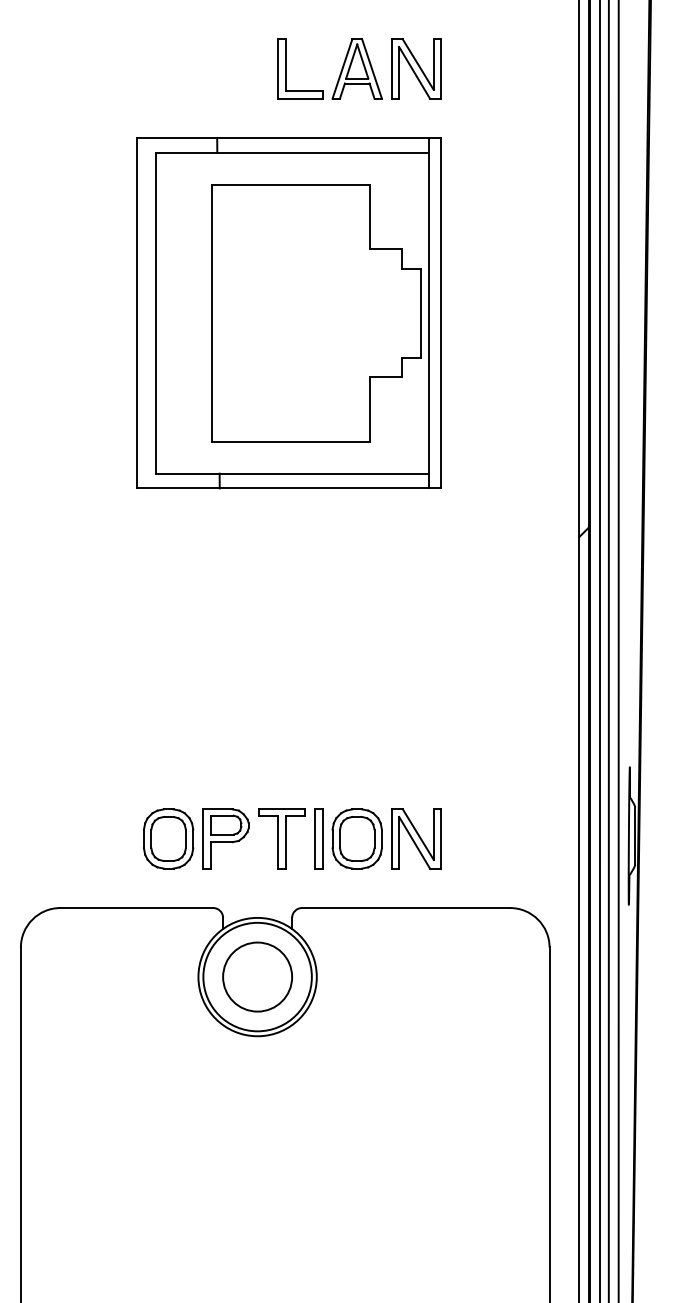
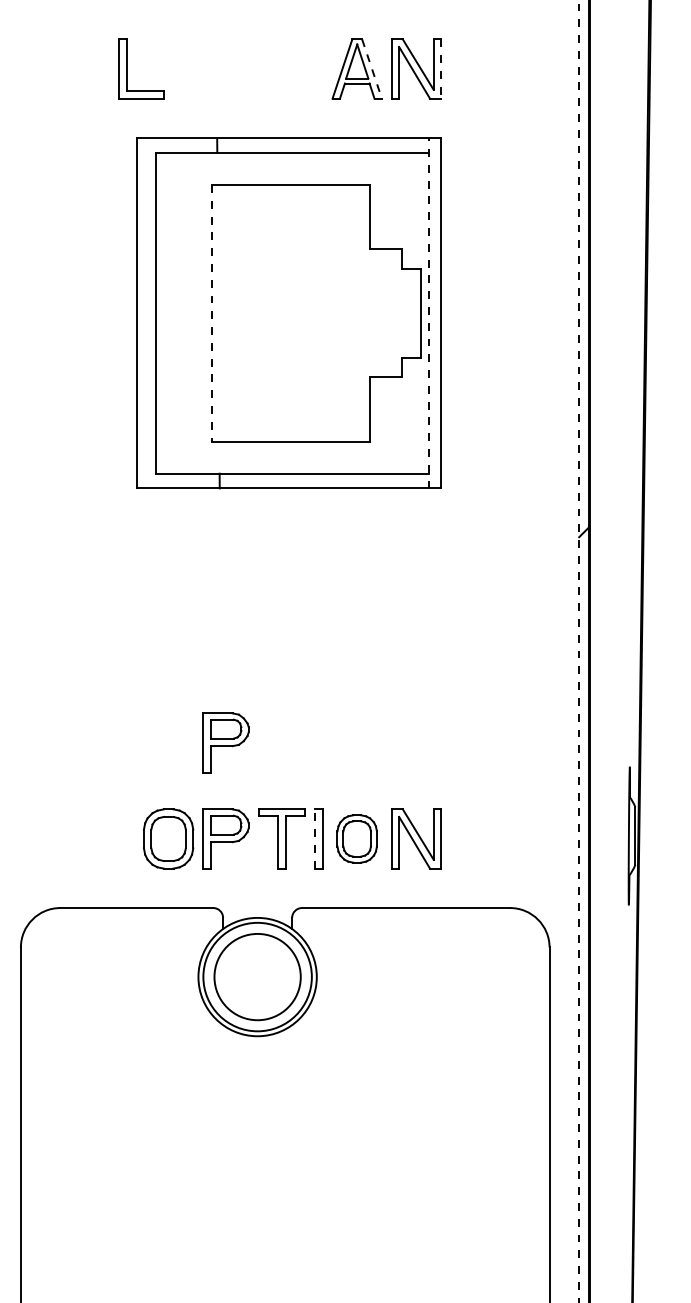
part at (286, 68) position: (286, 68) -> (127, 68)
line at (372, 69): solid -> dashed
line at (441, 69): solid -> dashed
line at (429, 312): solid -> dashed
line at (212, 313): solid -> dashed
line at (599, 650): present -> none
line at (608, 650): present -> none
line at (618, 650): present -> none
line at (579, 651): solid -> dashed
part at (225, 742): none -> present
line at (315, 838): solid -> dashed
part at (356, 838) size: 52x62 px -> 42x50 px
circle at (257, 976) diameter: 69 px -> 86 px
